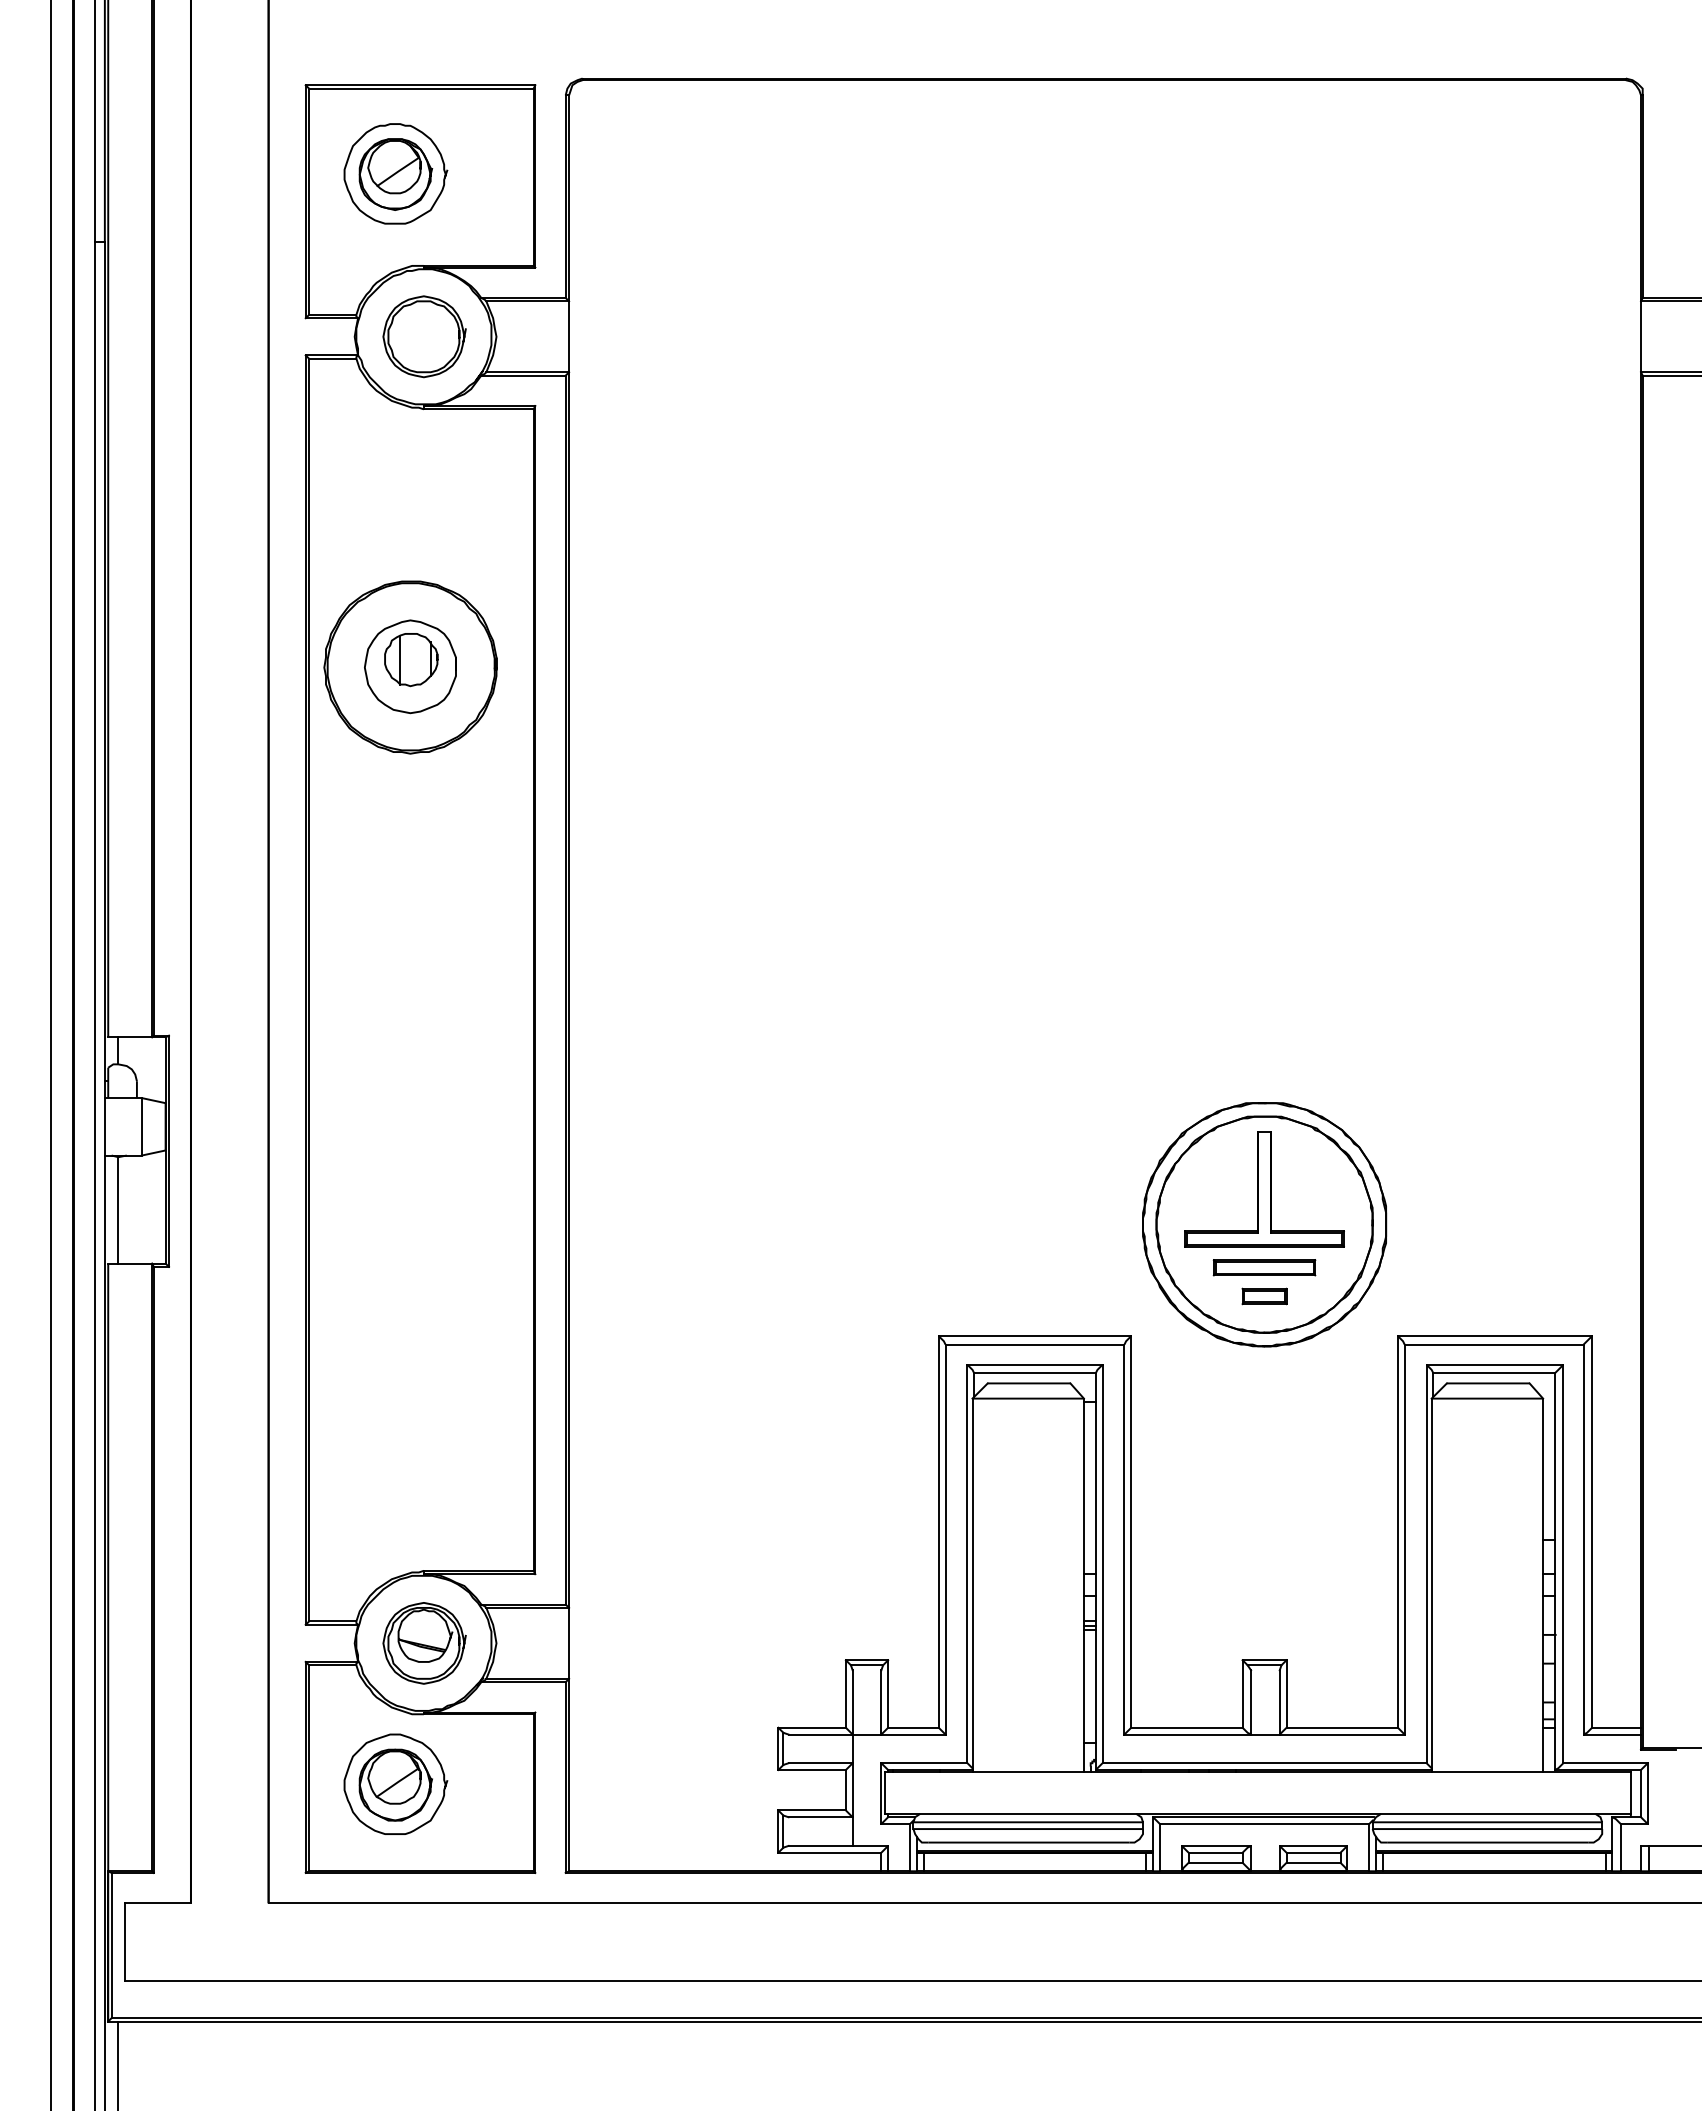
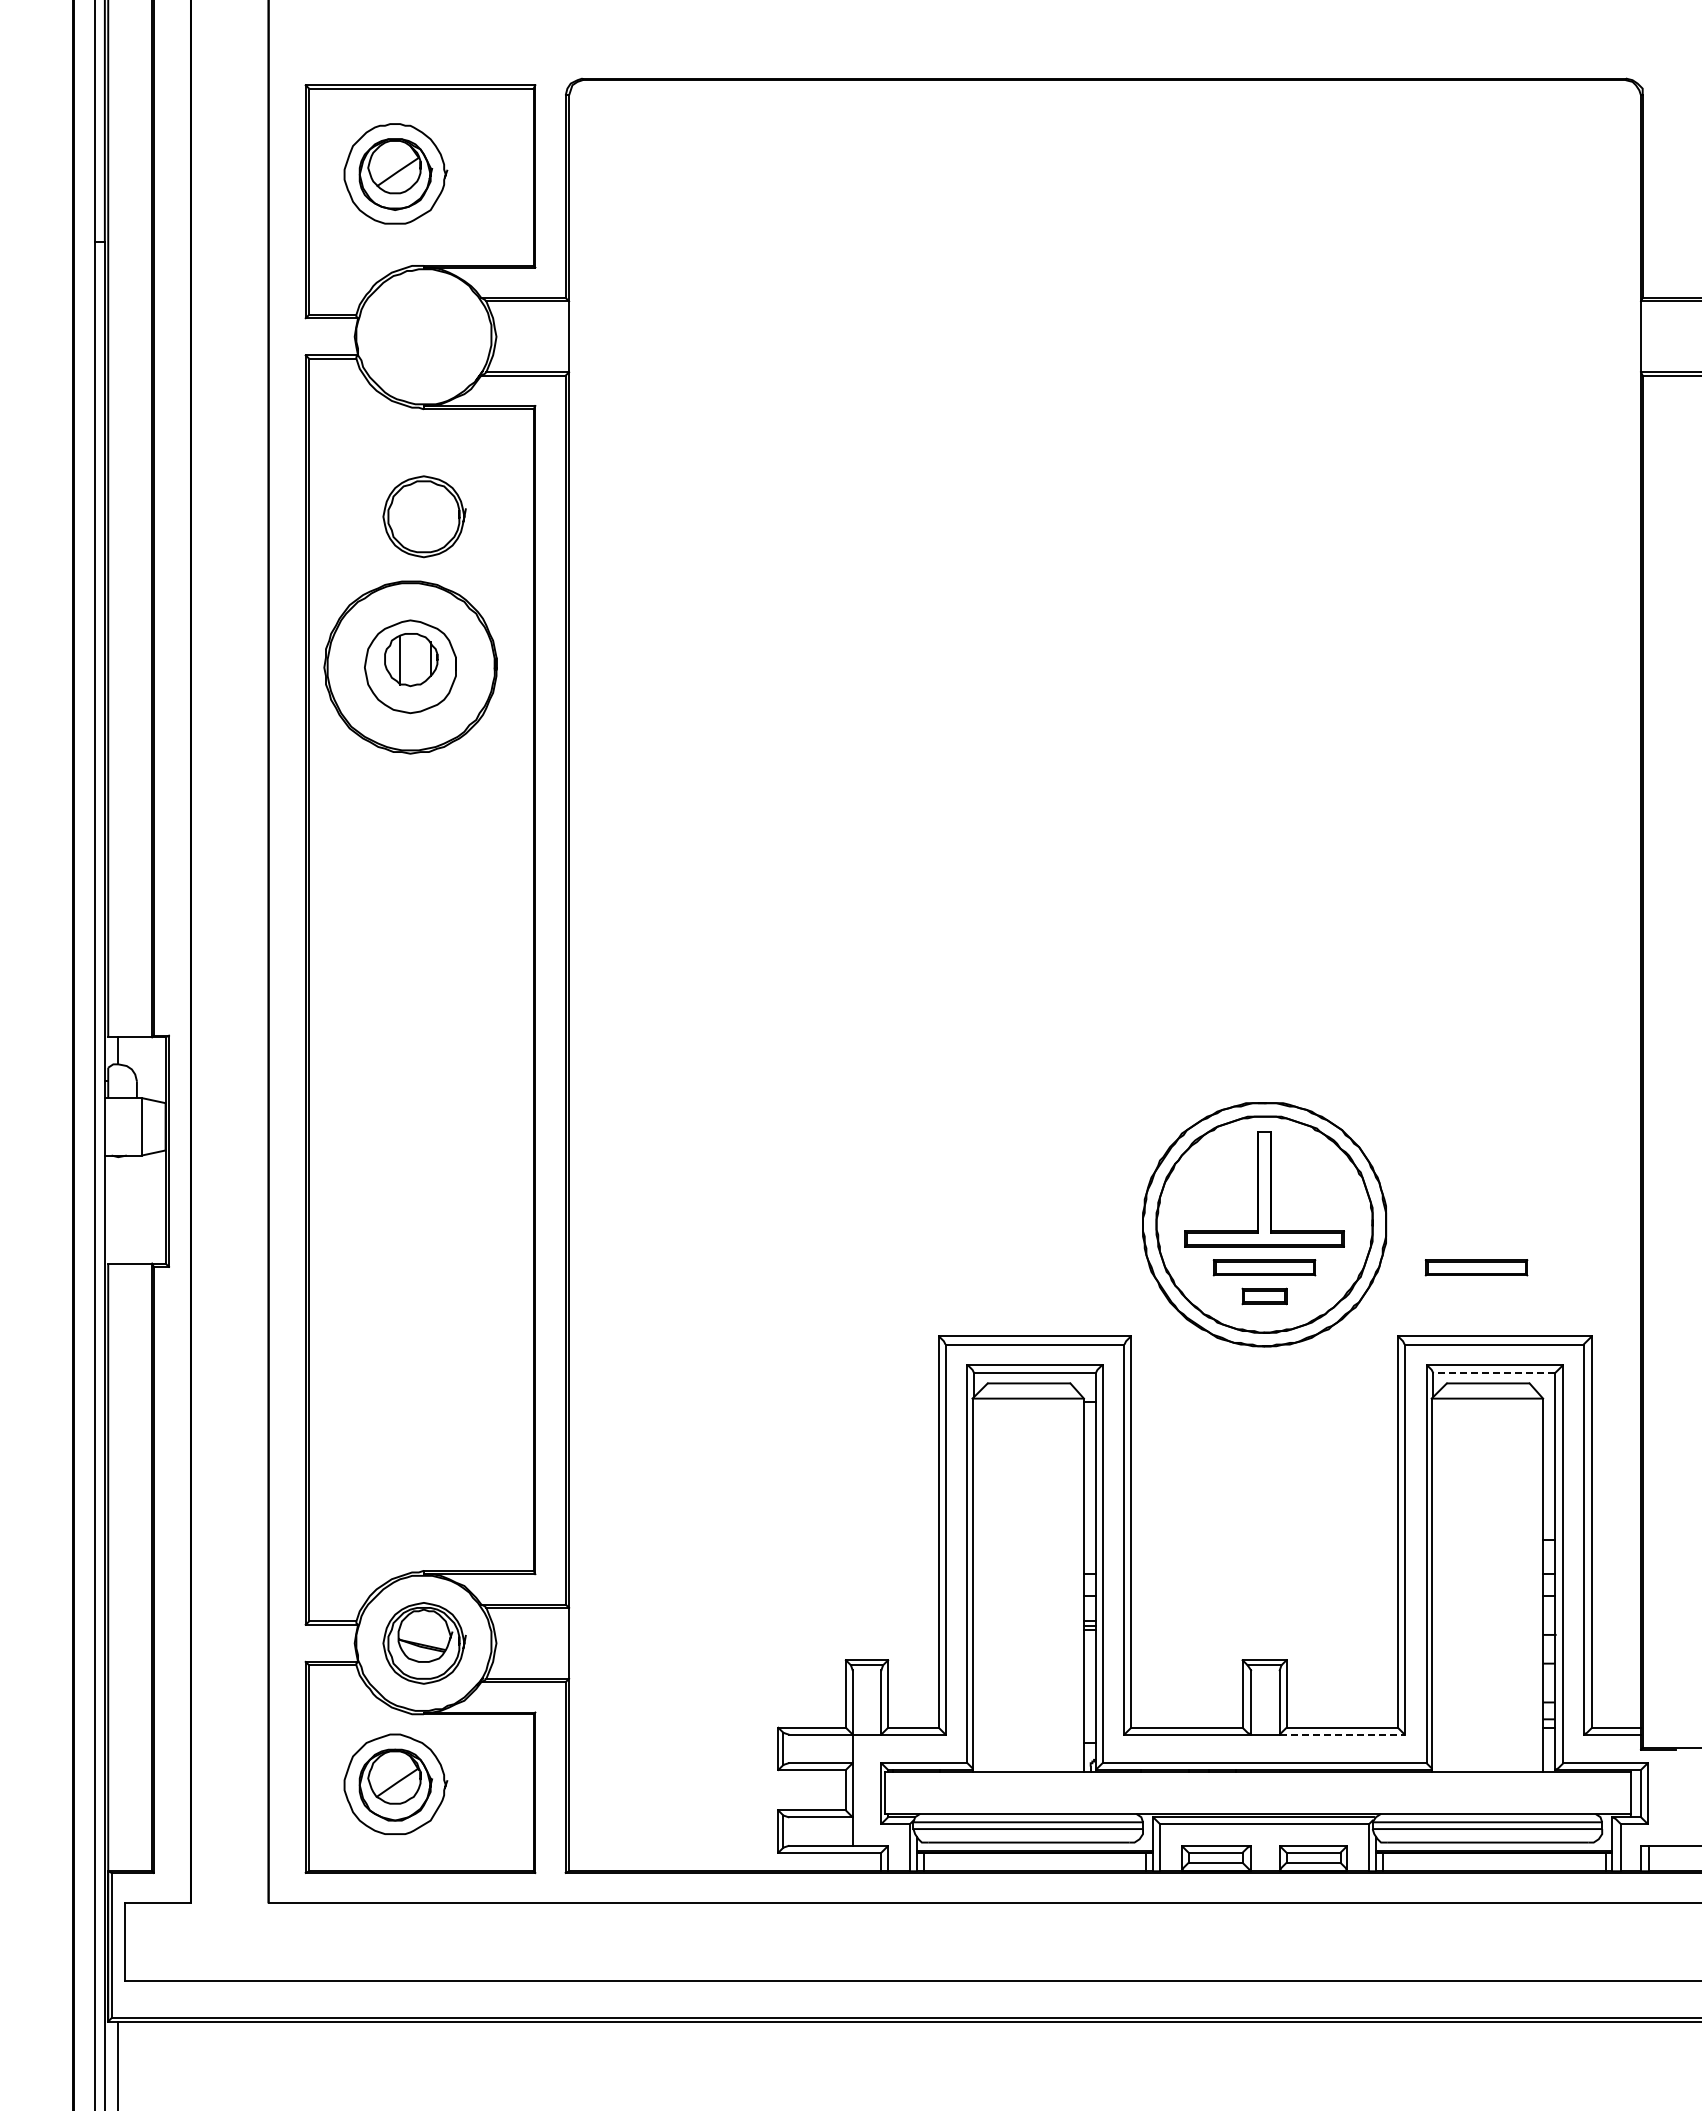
part at (424, 336) position: (424, 336) -> (424, 516)
line at (50, 1054): present -> none
line at (118, 1210): present -> none
part at (1476, 1267): none -> present
line at (1494, 1373): solid -> dashed
line at (1342, 1734): solid -> dashed
